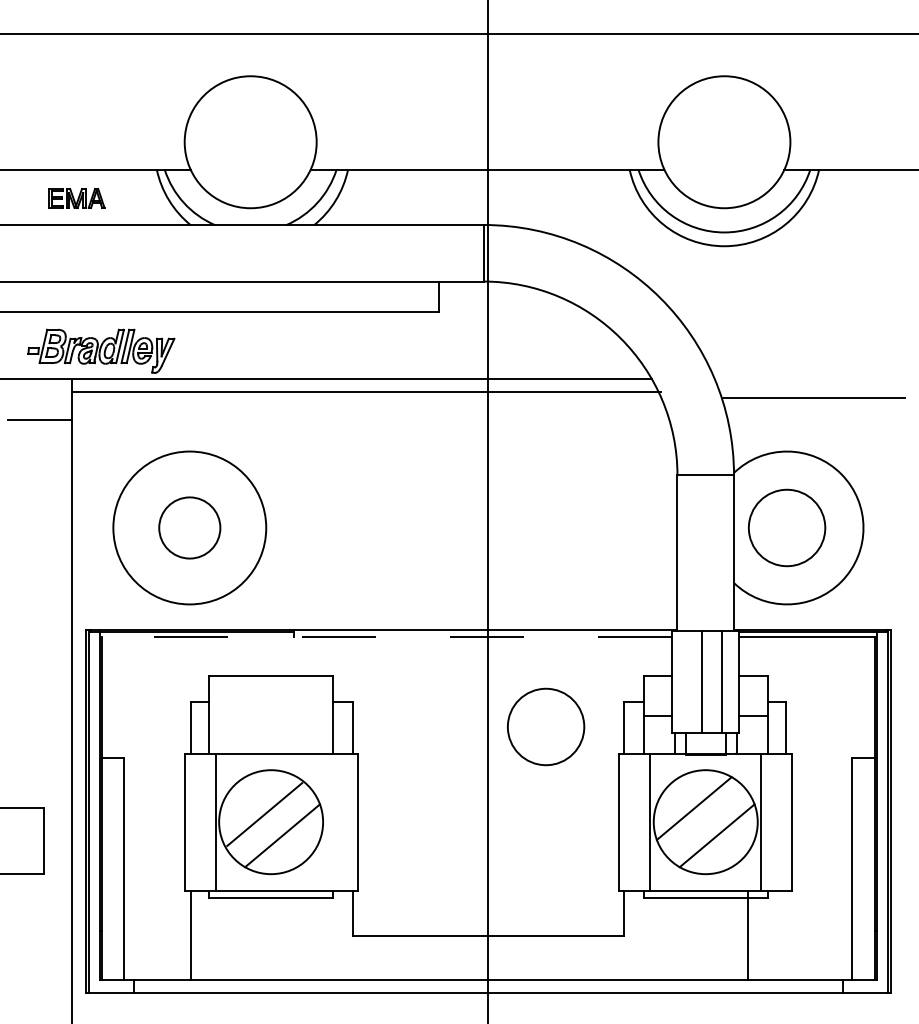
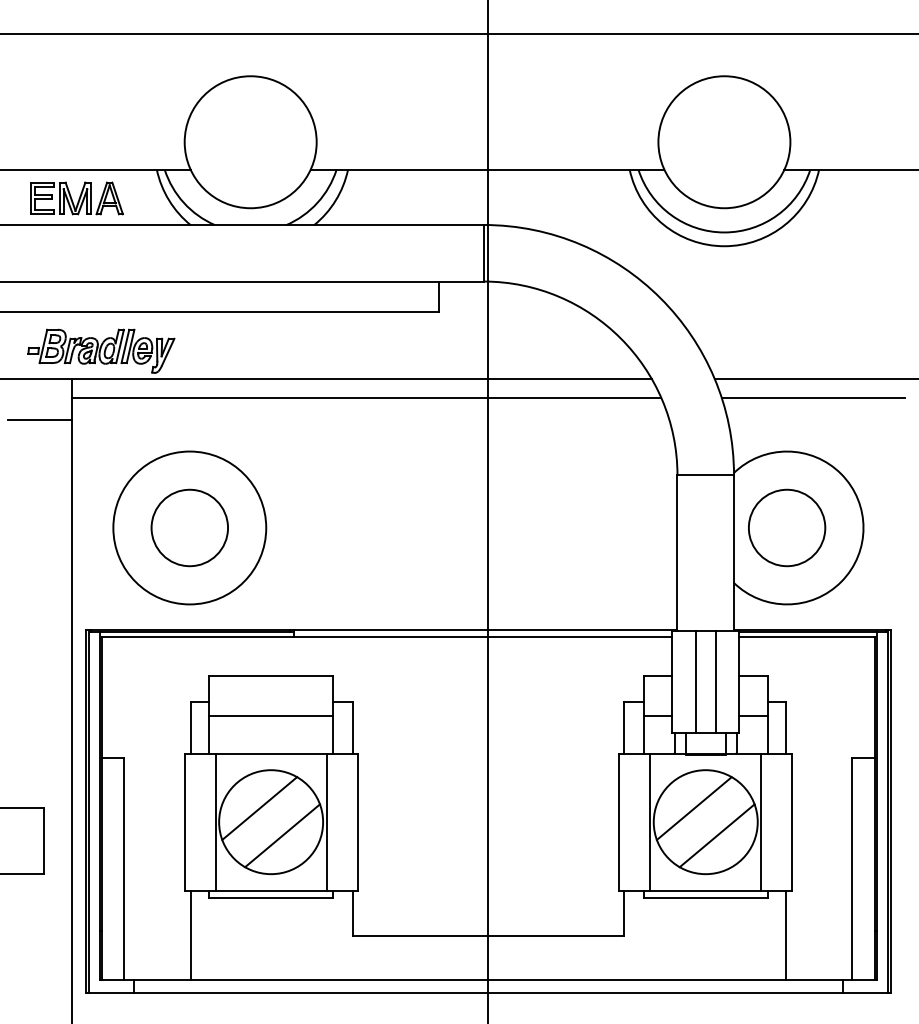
part at (76, 198) size: 58x21 px -> 94x35 px
line at (814, 378): none -> present
line at (366, 392) position: (366, 392) -> (366, 398)
circle at (189, 527) diameter: 61 px -> 76 px
line at (386, 636): dashed -> solid
line at (701, 682) position: (701, 682) -> (695, 682)
line at (721, 682) position: (721, 682) -> (715, 682)
line at (270, 715): none -> present
circle at (546, 726): present -> none
line at (264, 814) position: (264, 814) -> (259, 808)
line at (326, 821): none -> present
line at (747, 934) position: (747, 934) -> (785, 934)
